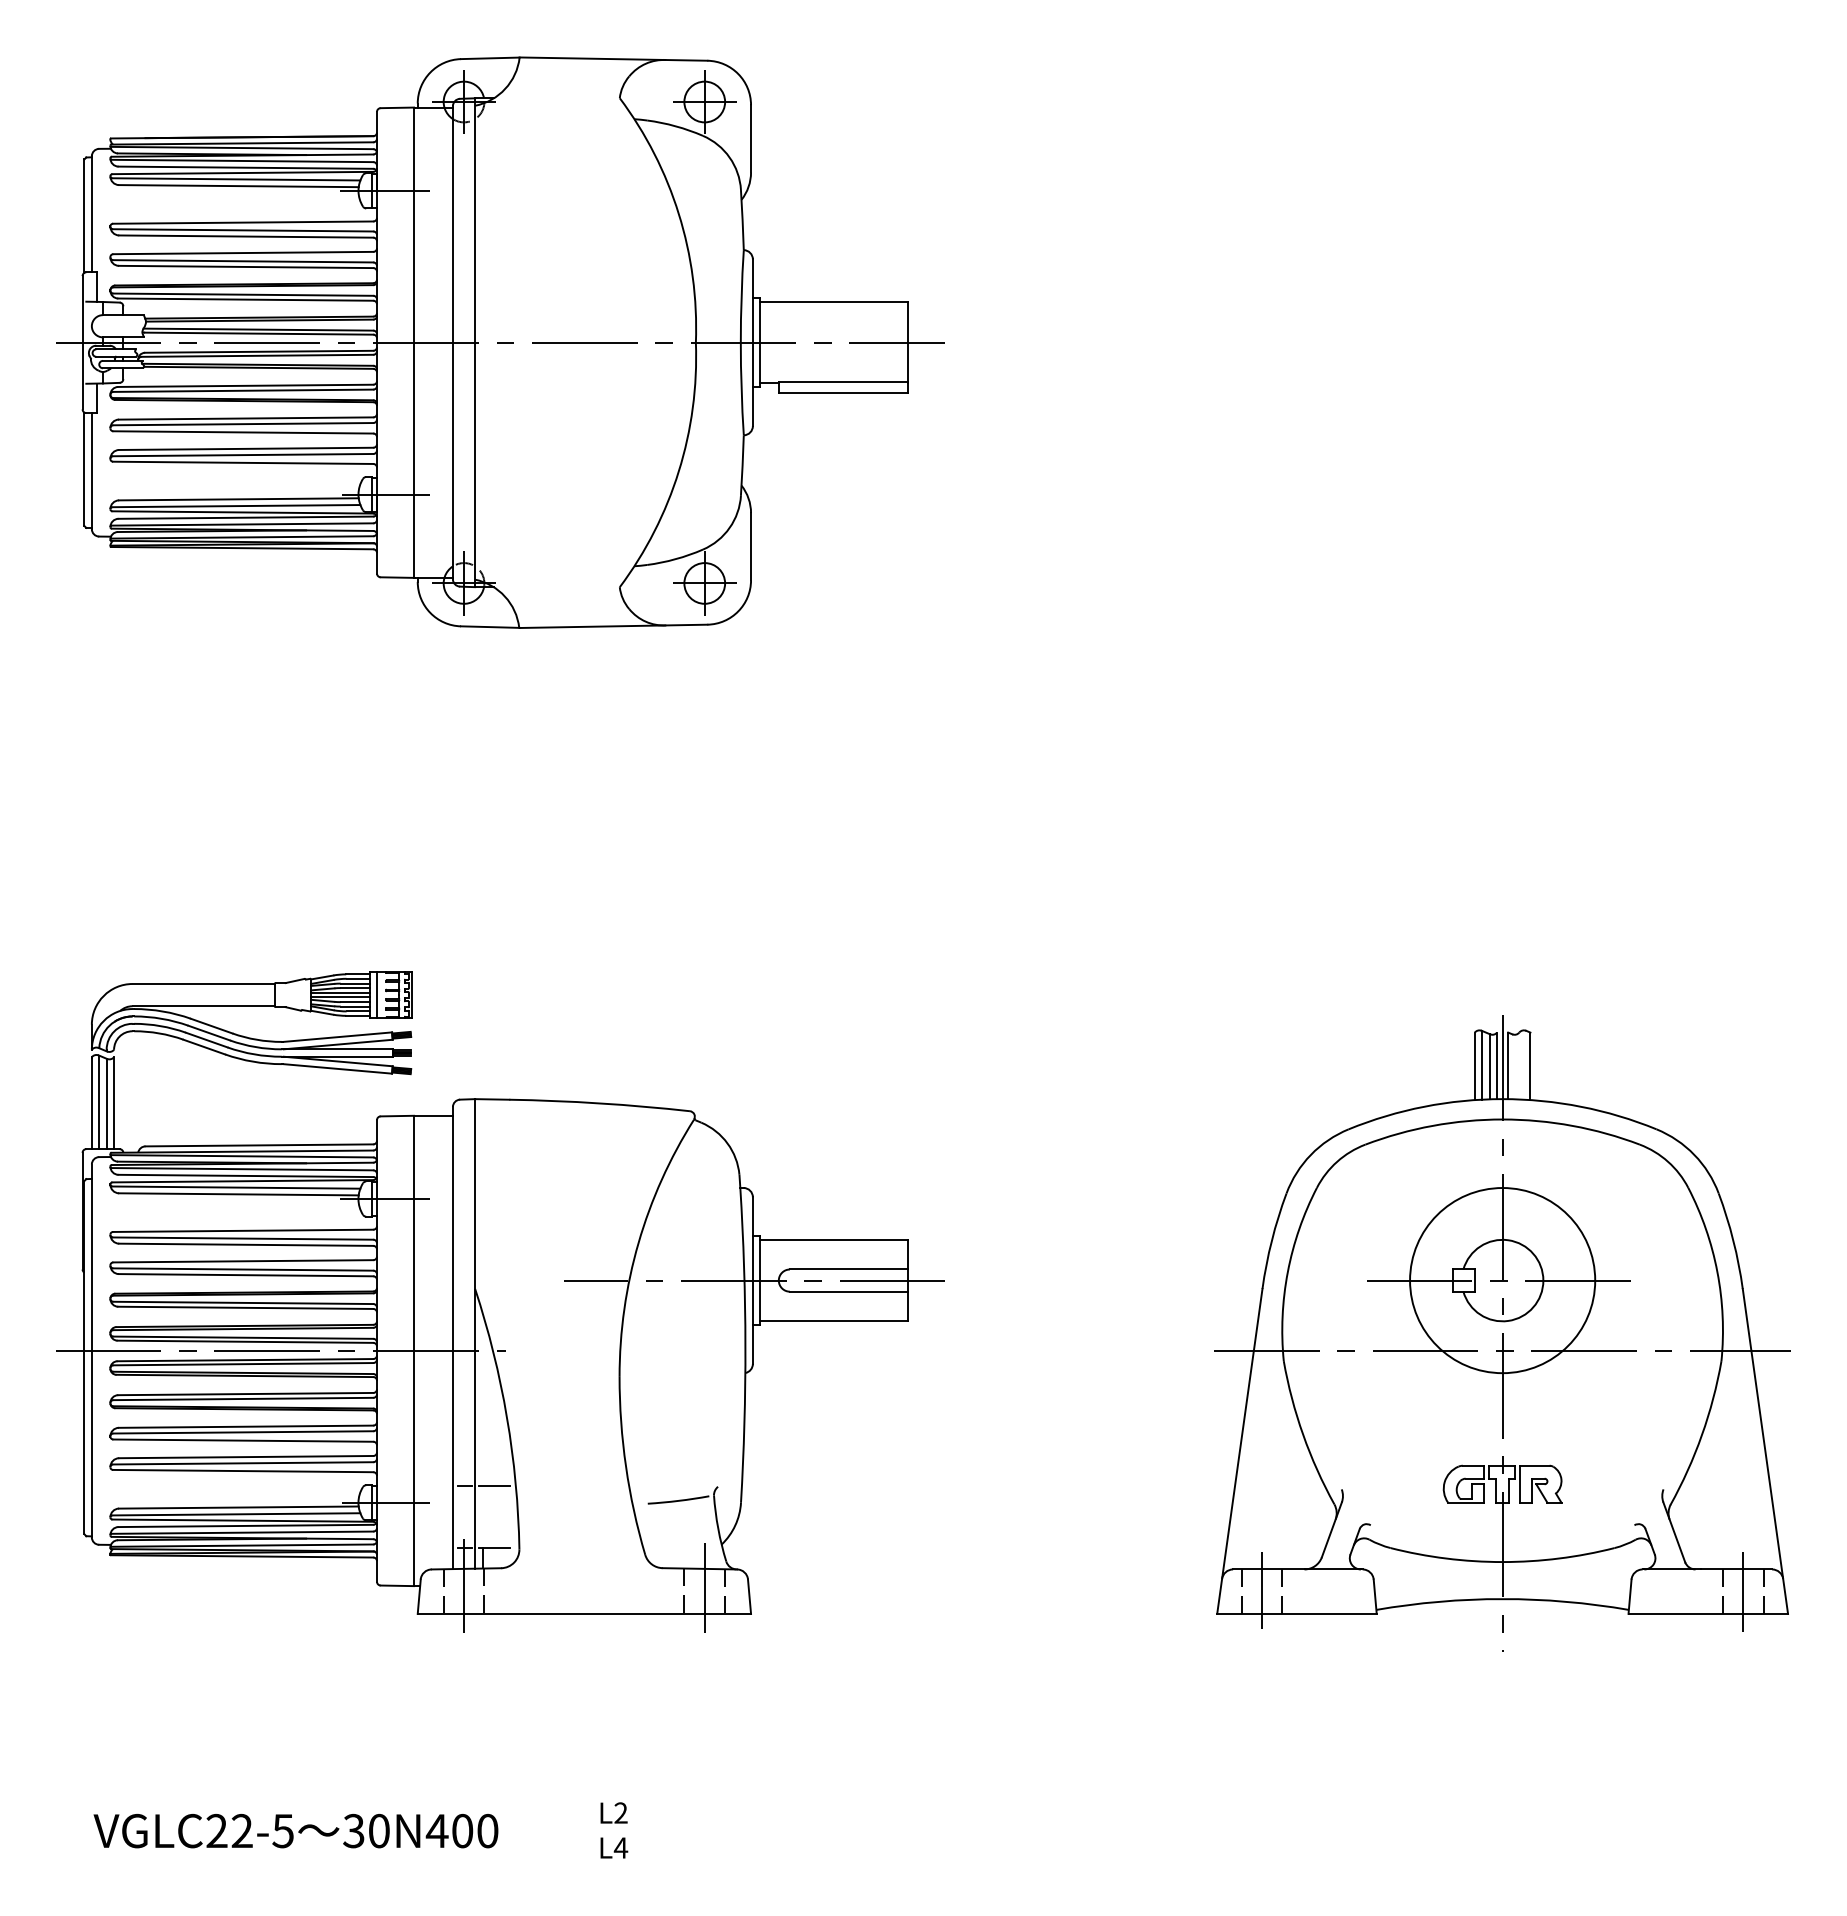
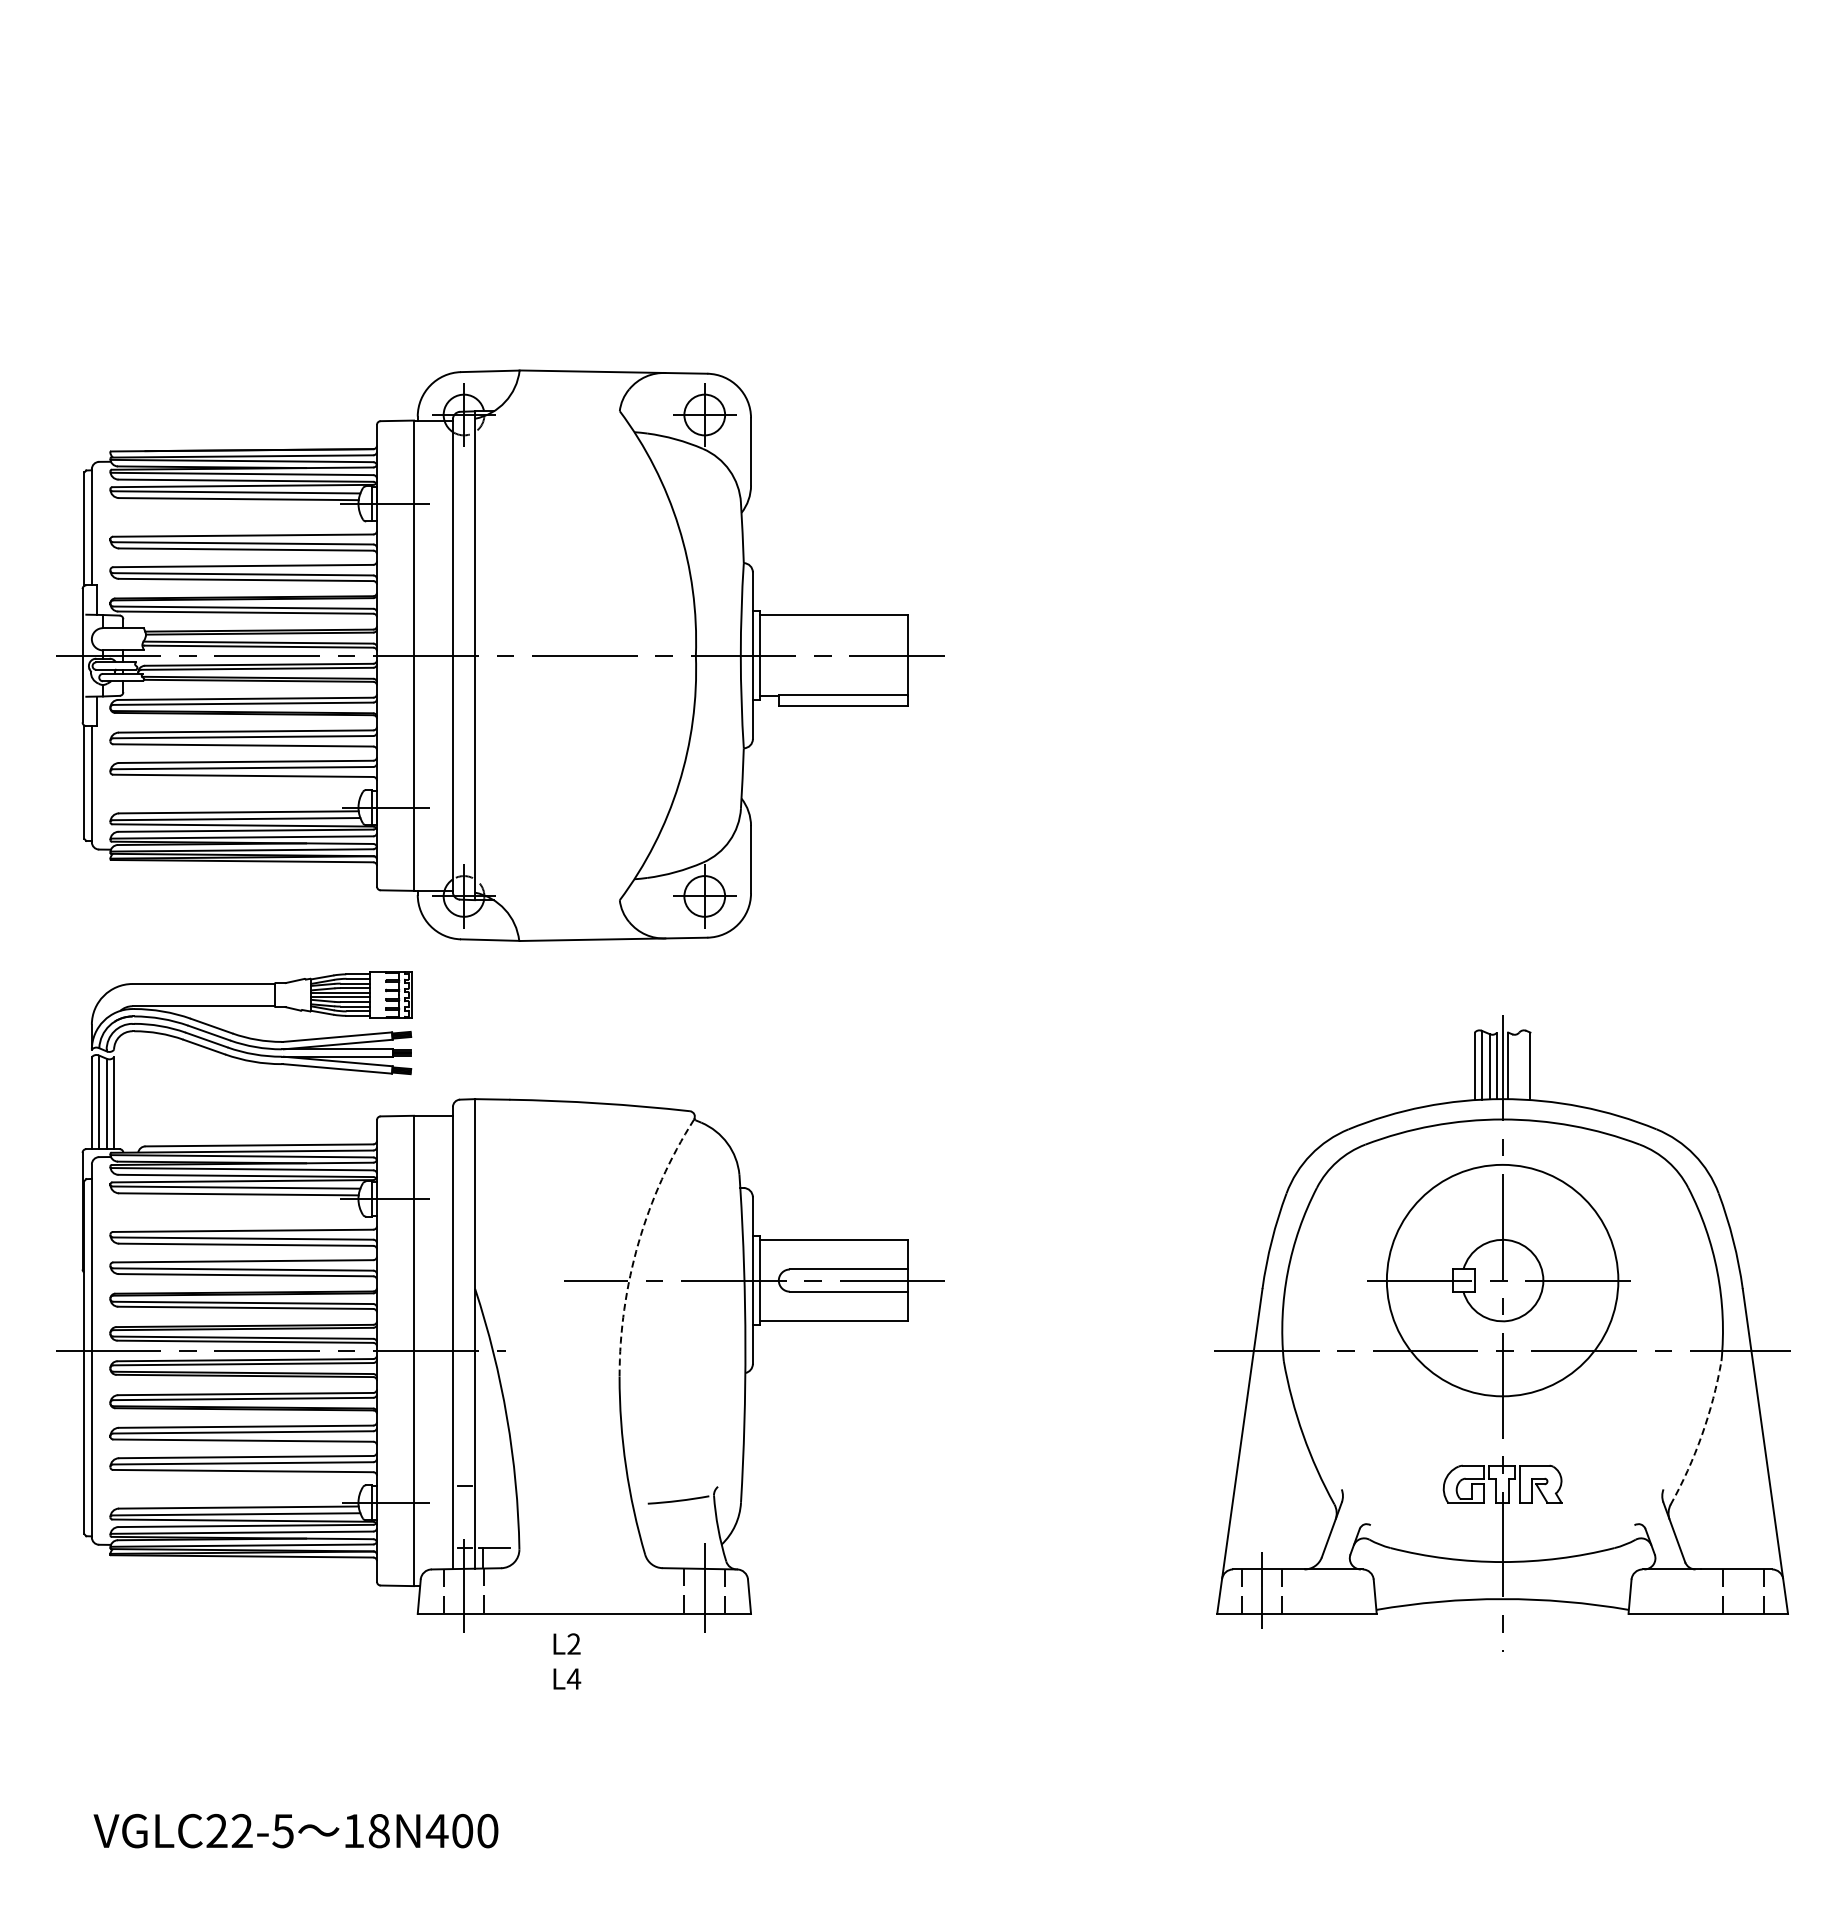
part at (500, 342) position: (500, 342) -> (500, 655)
line at (377, 994): present -> none
arc at (638, 1243): solid -> dashed
circle at (1502, 1280) diameter: 185 px -> 231 px
arc at (1701, 1435): solid -> dashed
line at (494, 1486): present -> none
line at (1743, 1591): present -> none
text at (366, 1830): 30N400 -> 18N400
text at (614, 1830) position: (614, 1830) -> (567, 1661)
